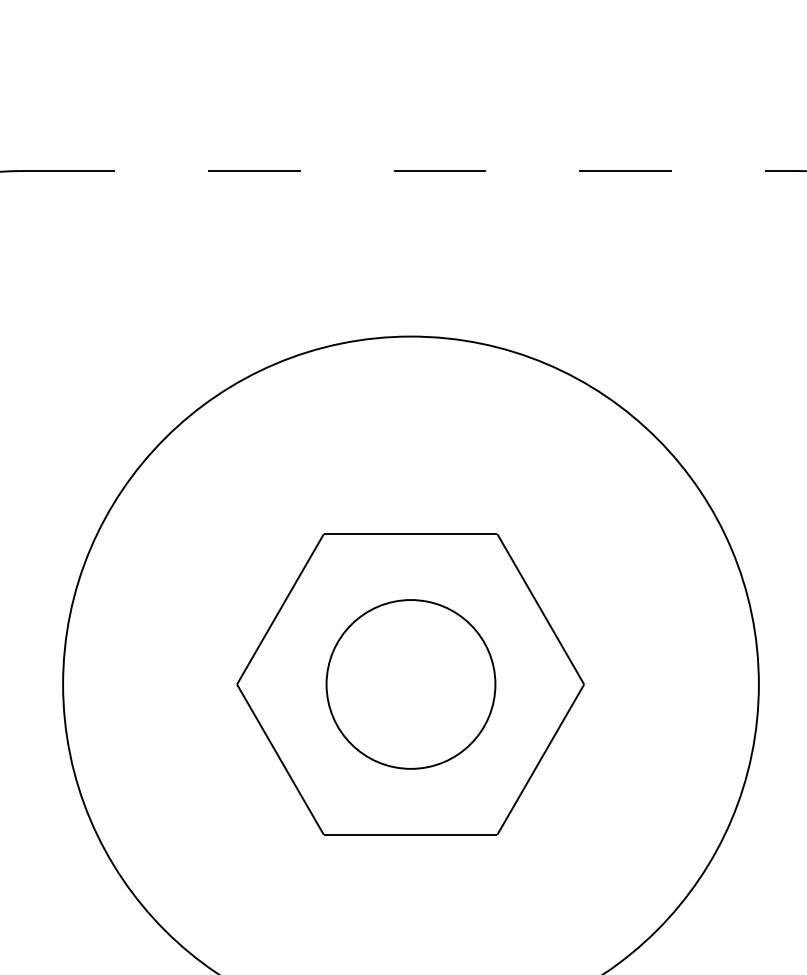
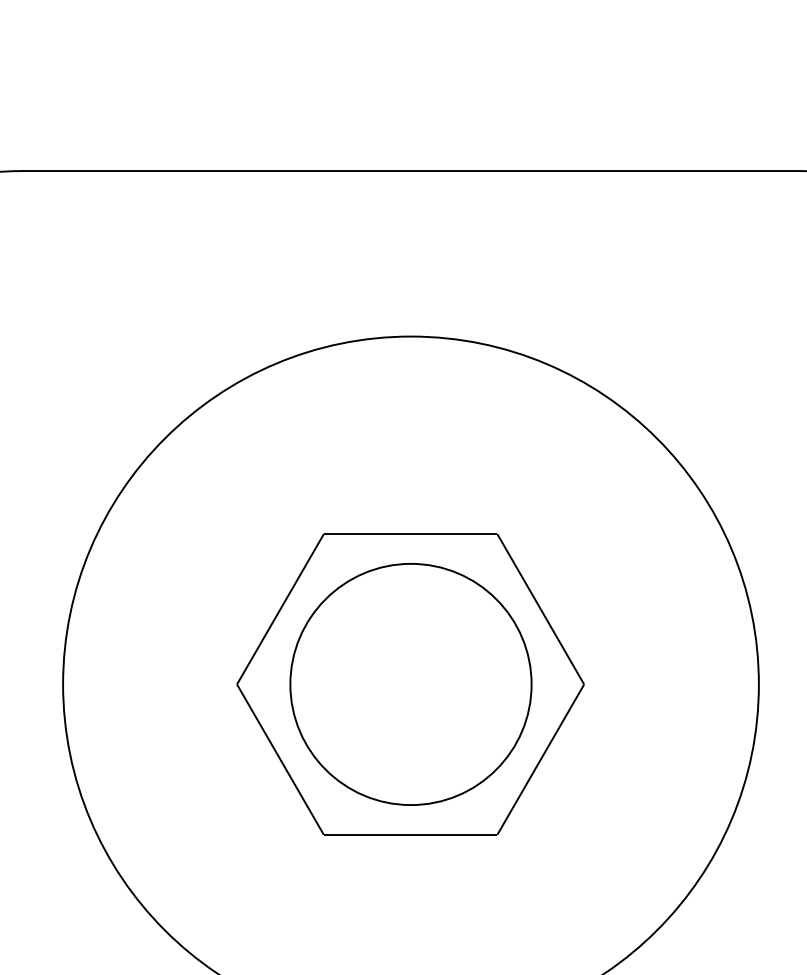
line at (411, 171): dashed -> solid
circle at (410, 684) diameter: 169 px -> 241 px
